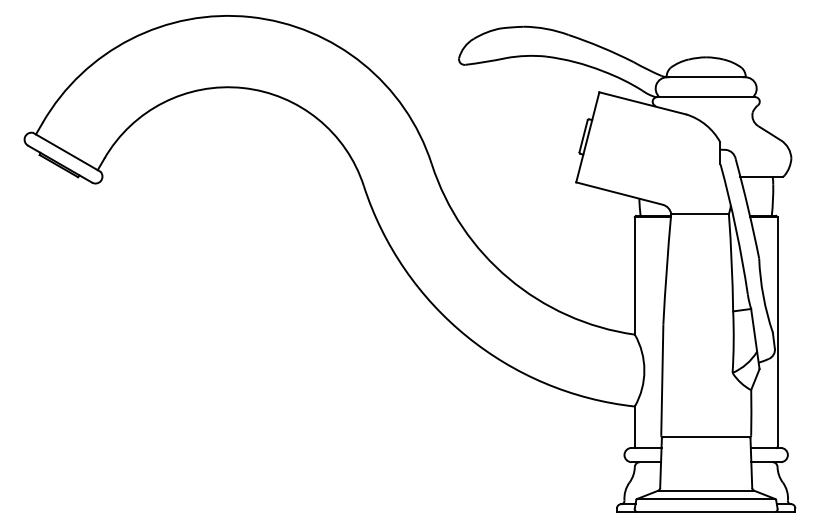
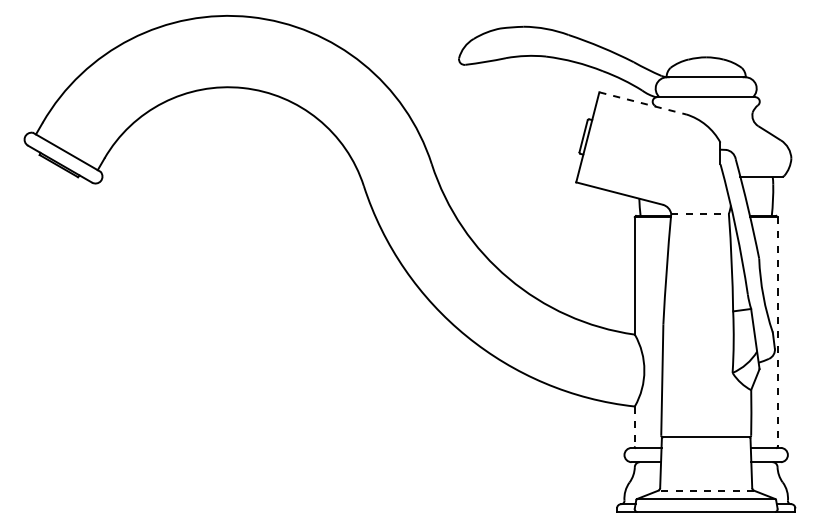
line at (642, 103): solid -> dashed
line at (700, 213): solid -> dashed
line at (777, 332): solid -> dashed
line at (634, 427): solid -> dashed
line at (706, 490): solid -> dashed
